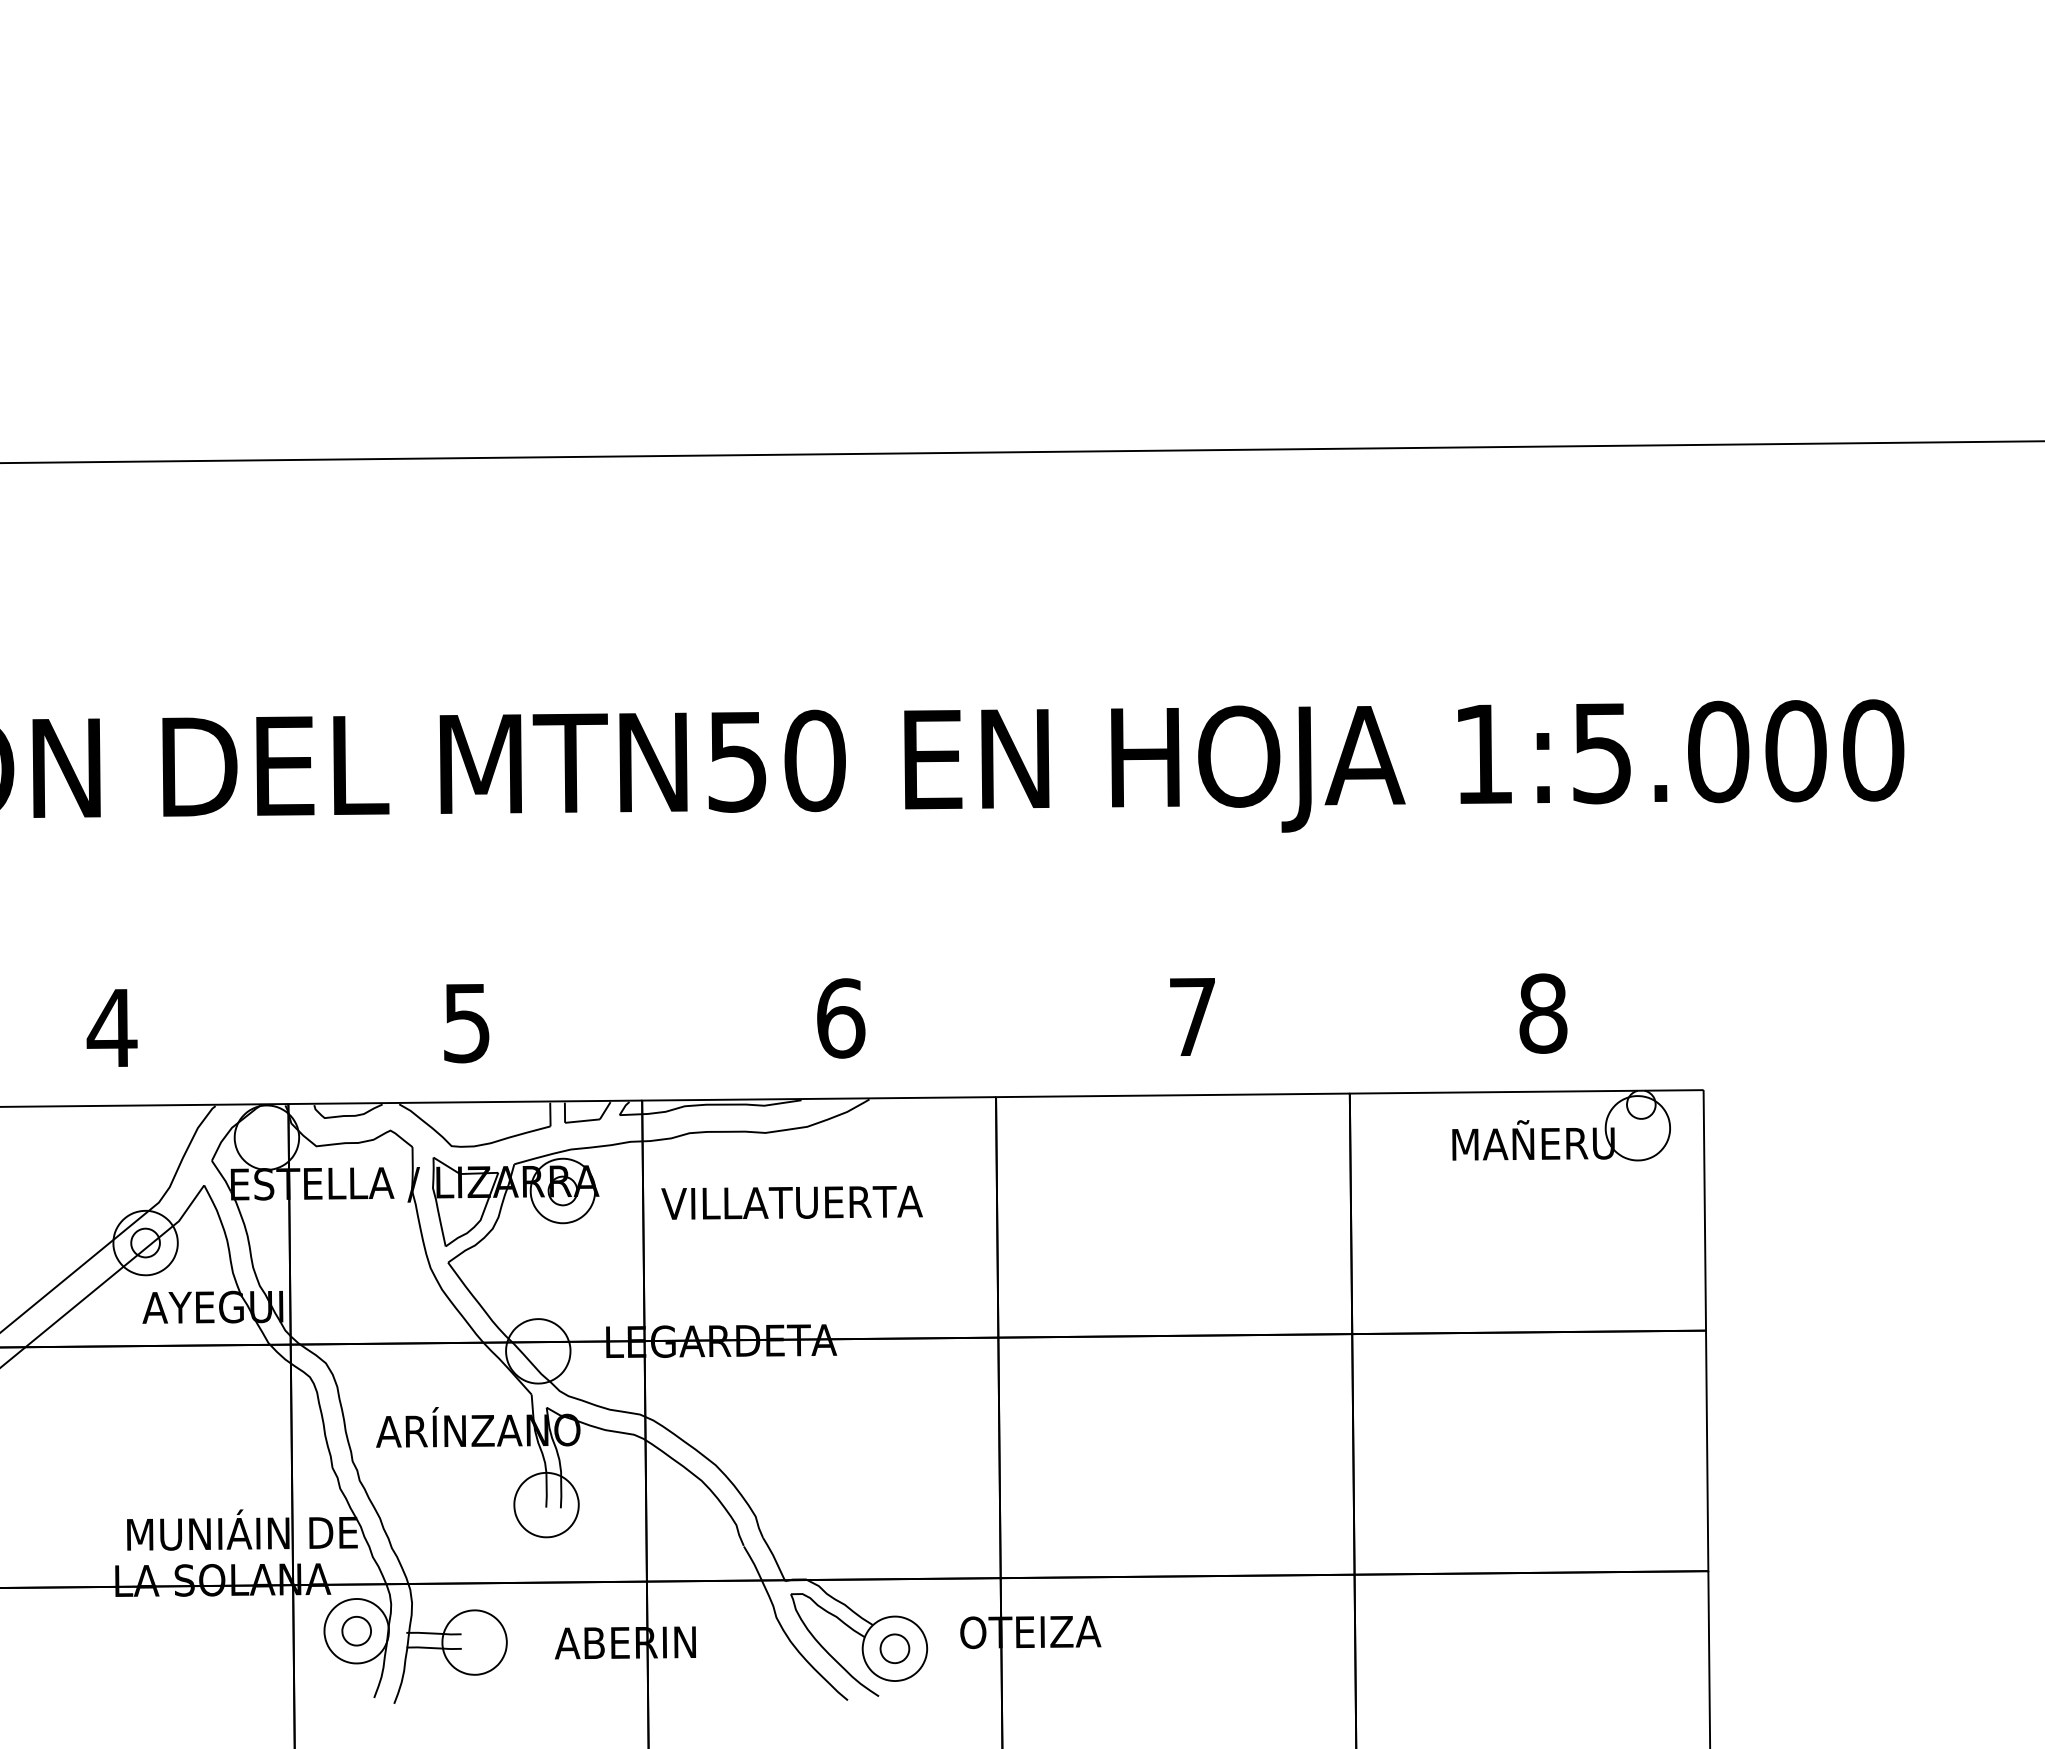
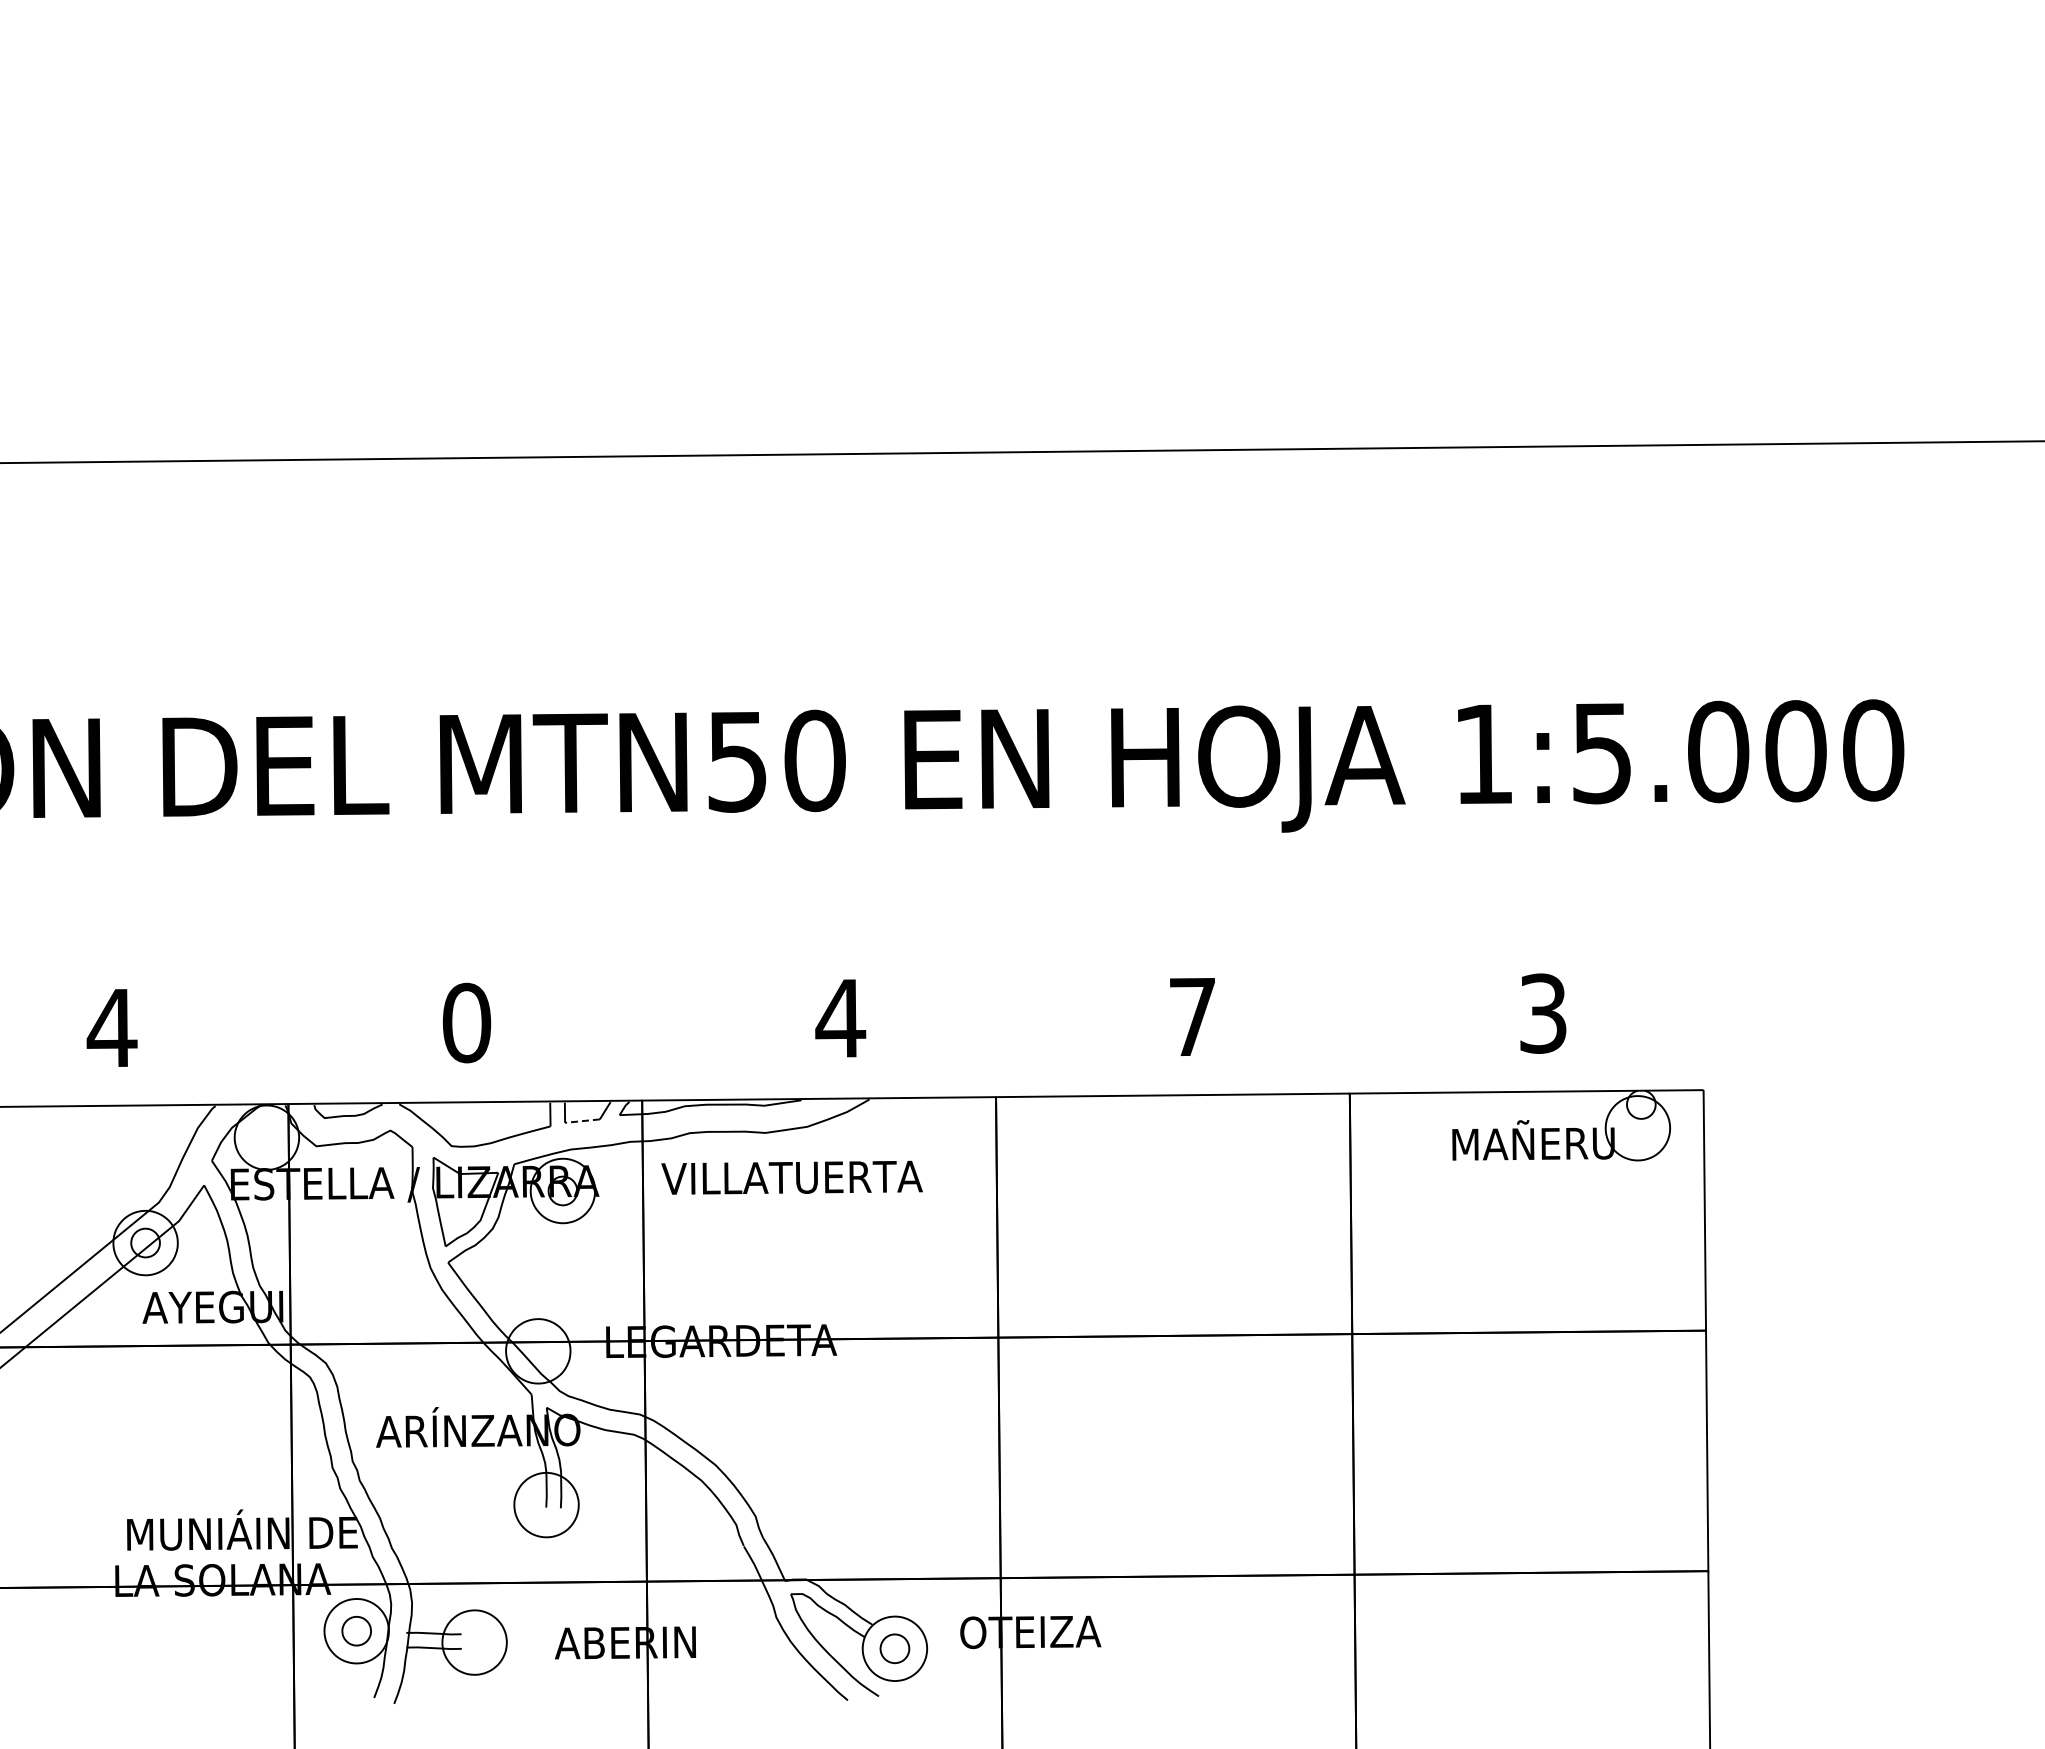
text at (1543, 1013): 8 -> 3
text at (840, 1018): 6 -> 4
text at (466, 1022): 5 -> 0
line at (581, 1121): solid -> dashed
text at (791, 1202) position: (791, 1202) -> (791, 1177)
